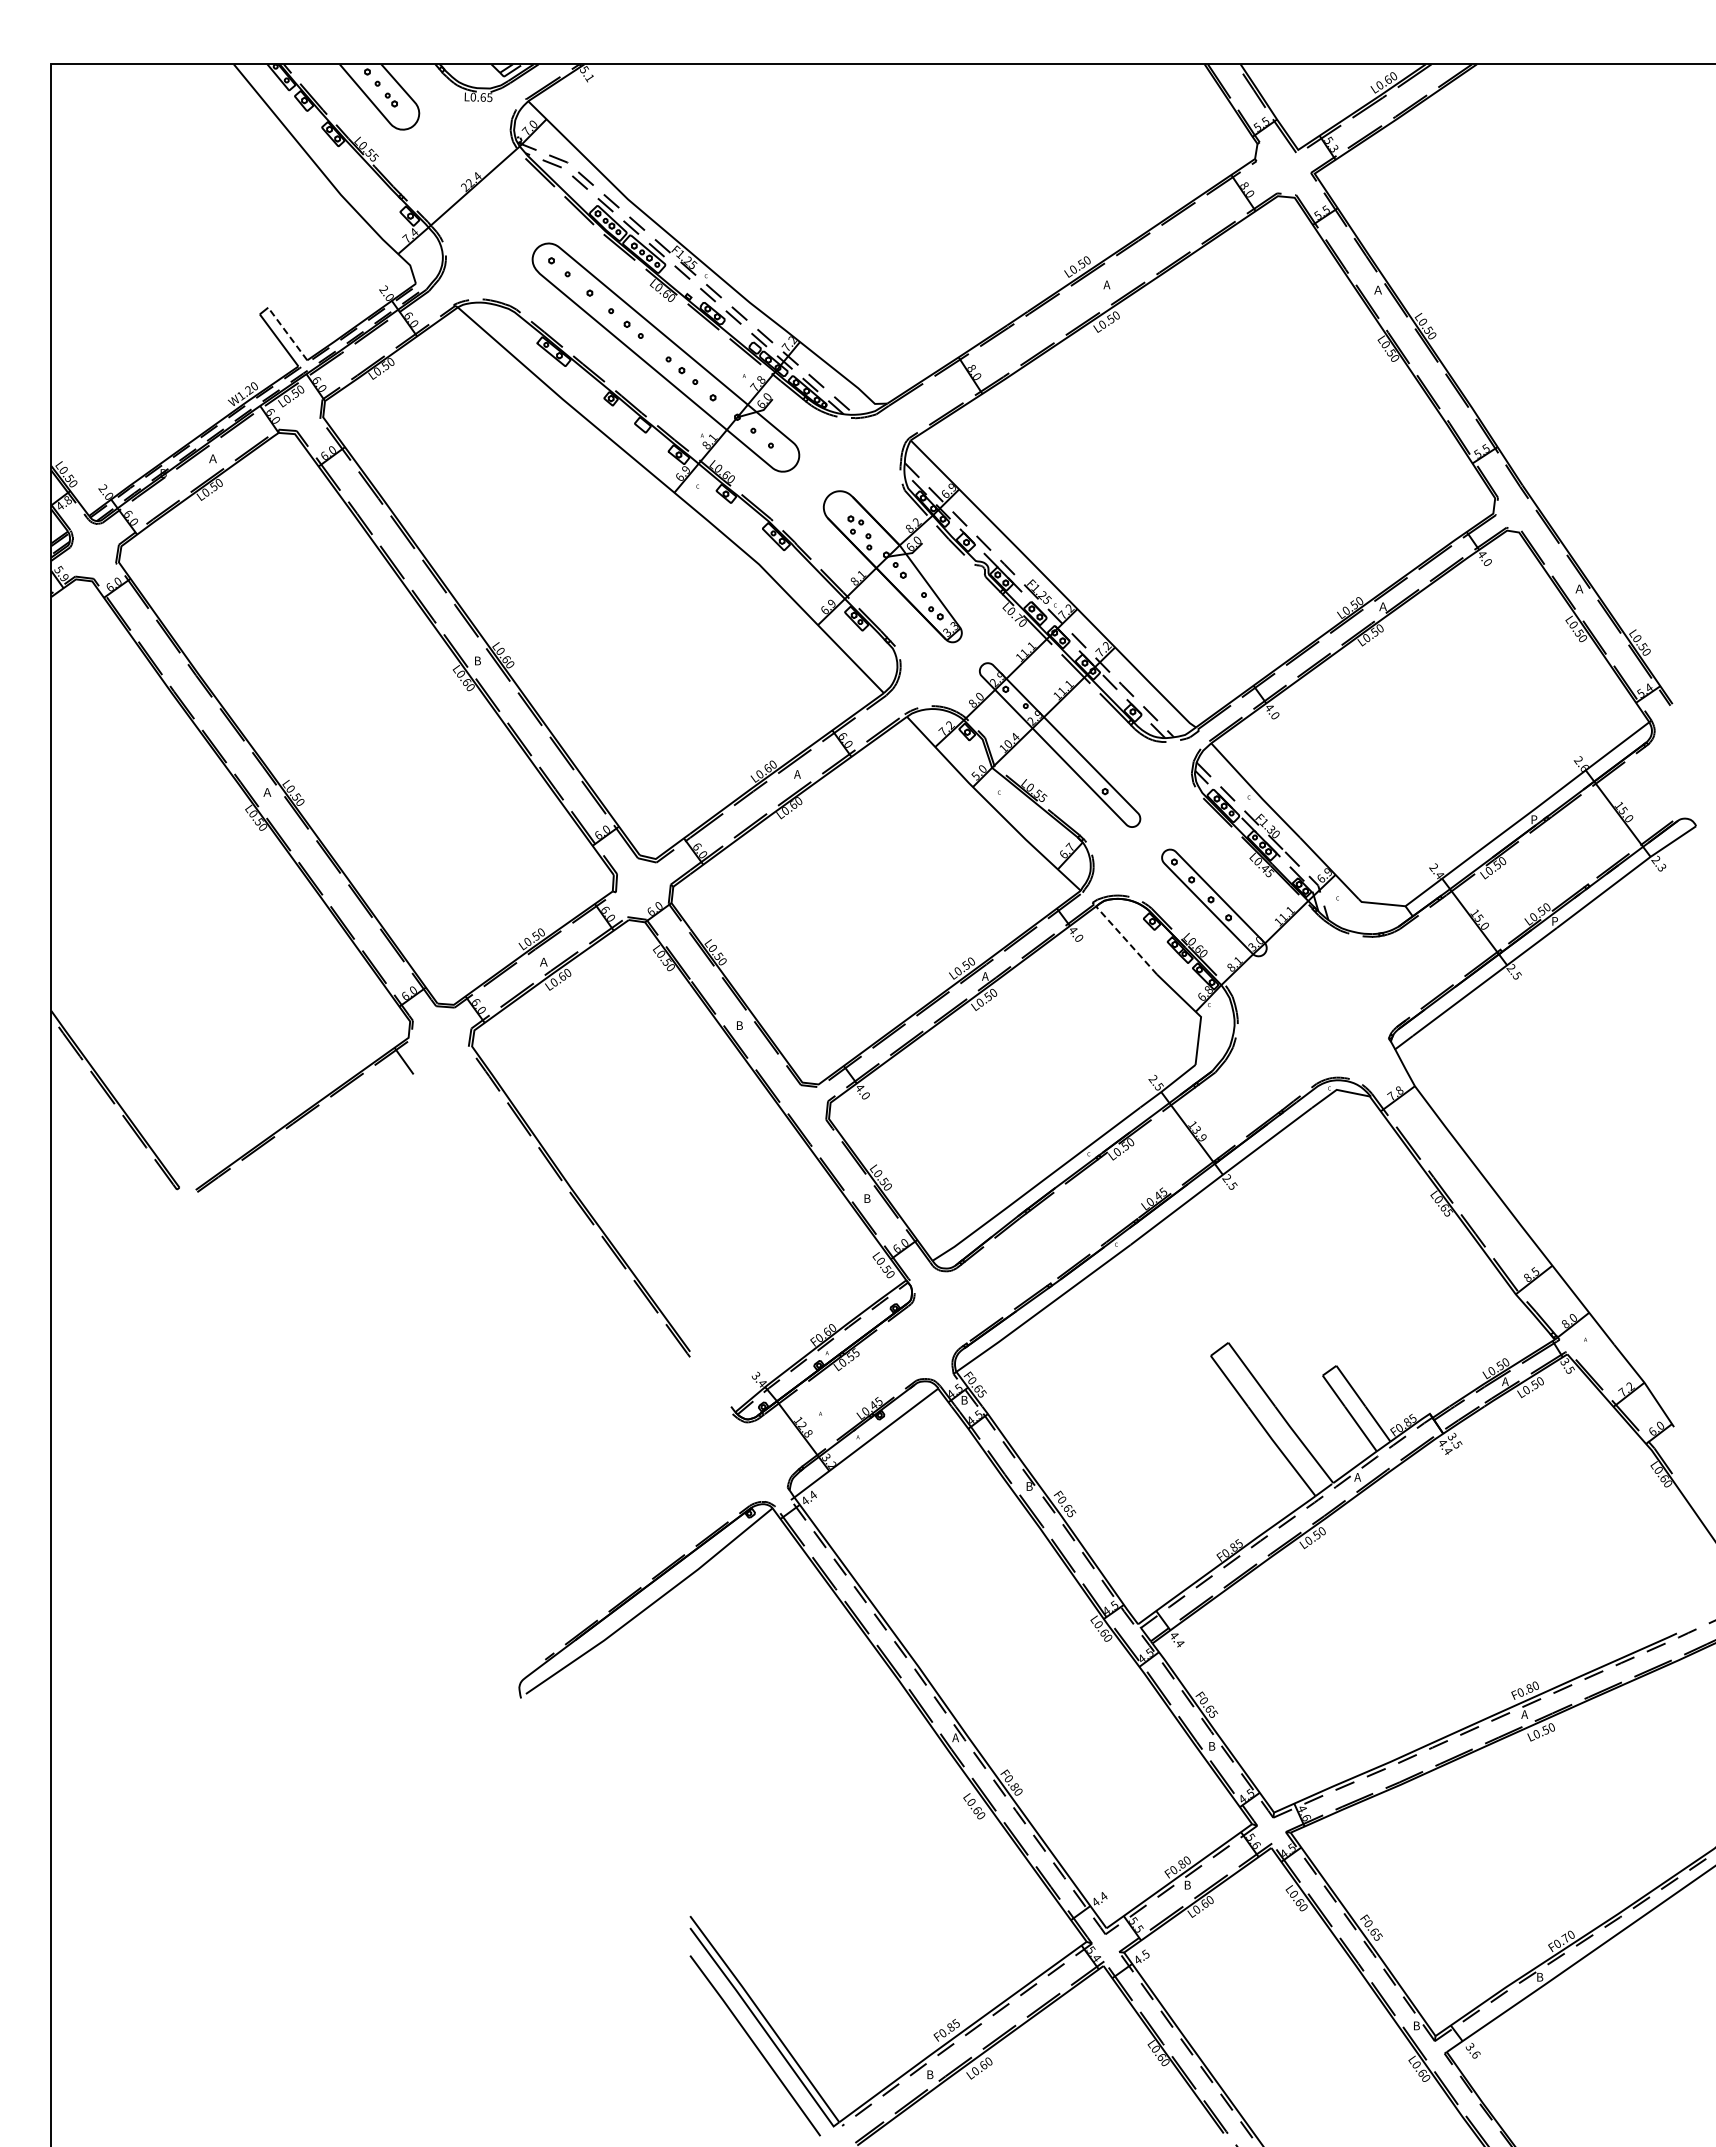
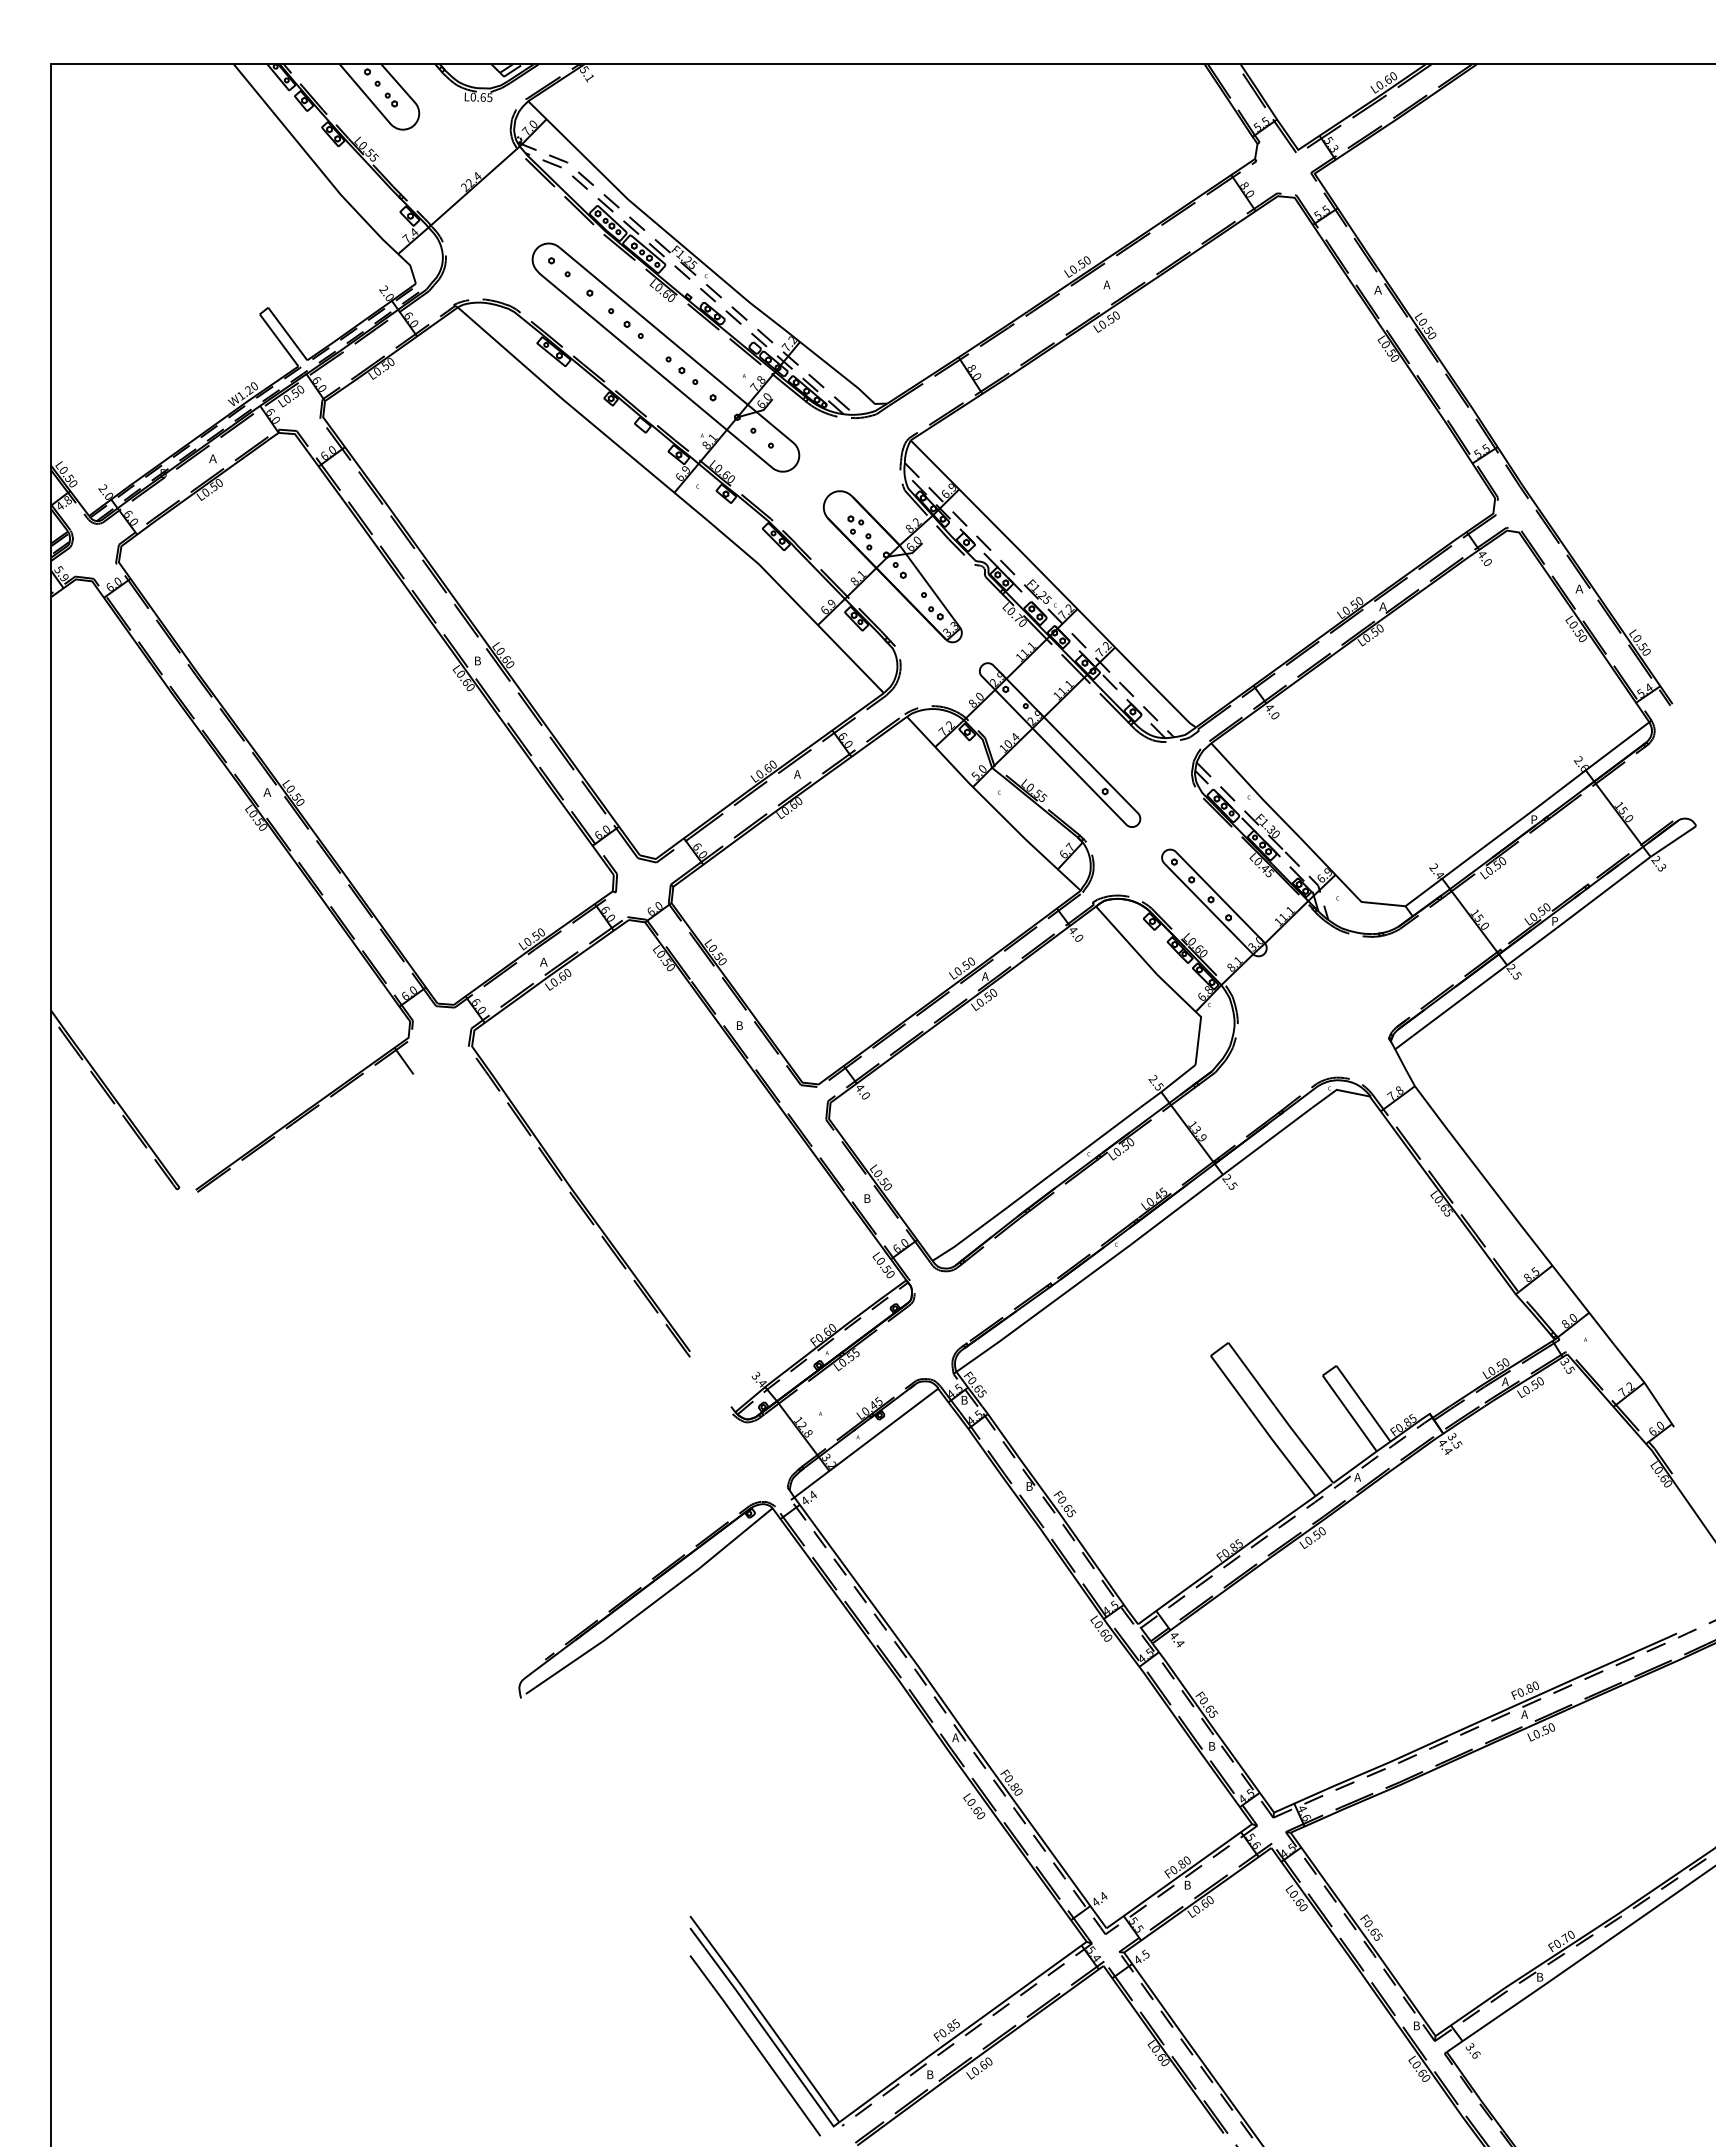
line at (287, 334): dashed -> solid
line at (1126, 940): dashed -> solid
